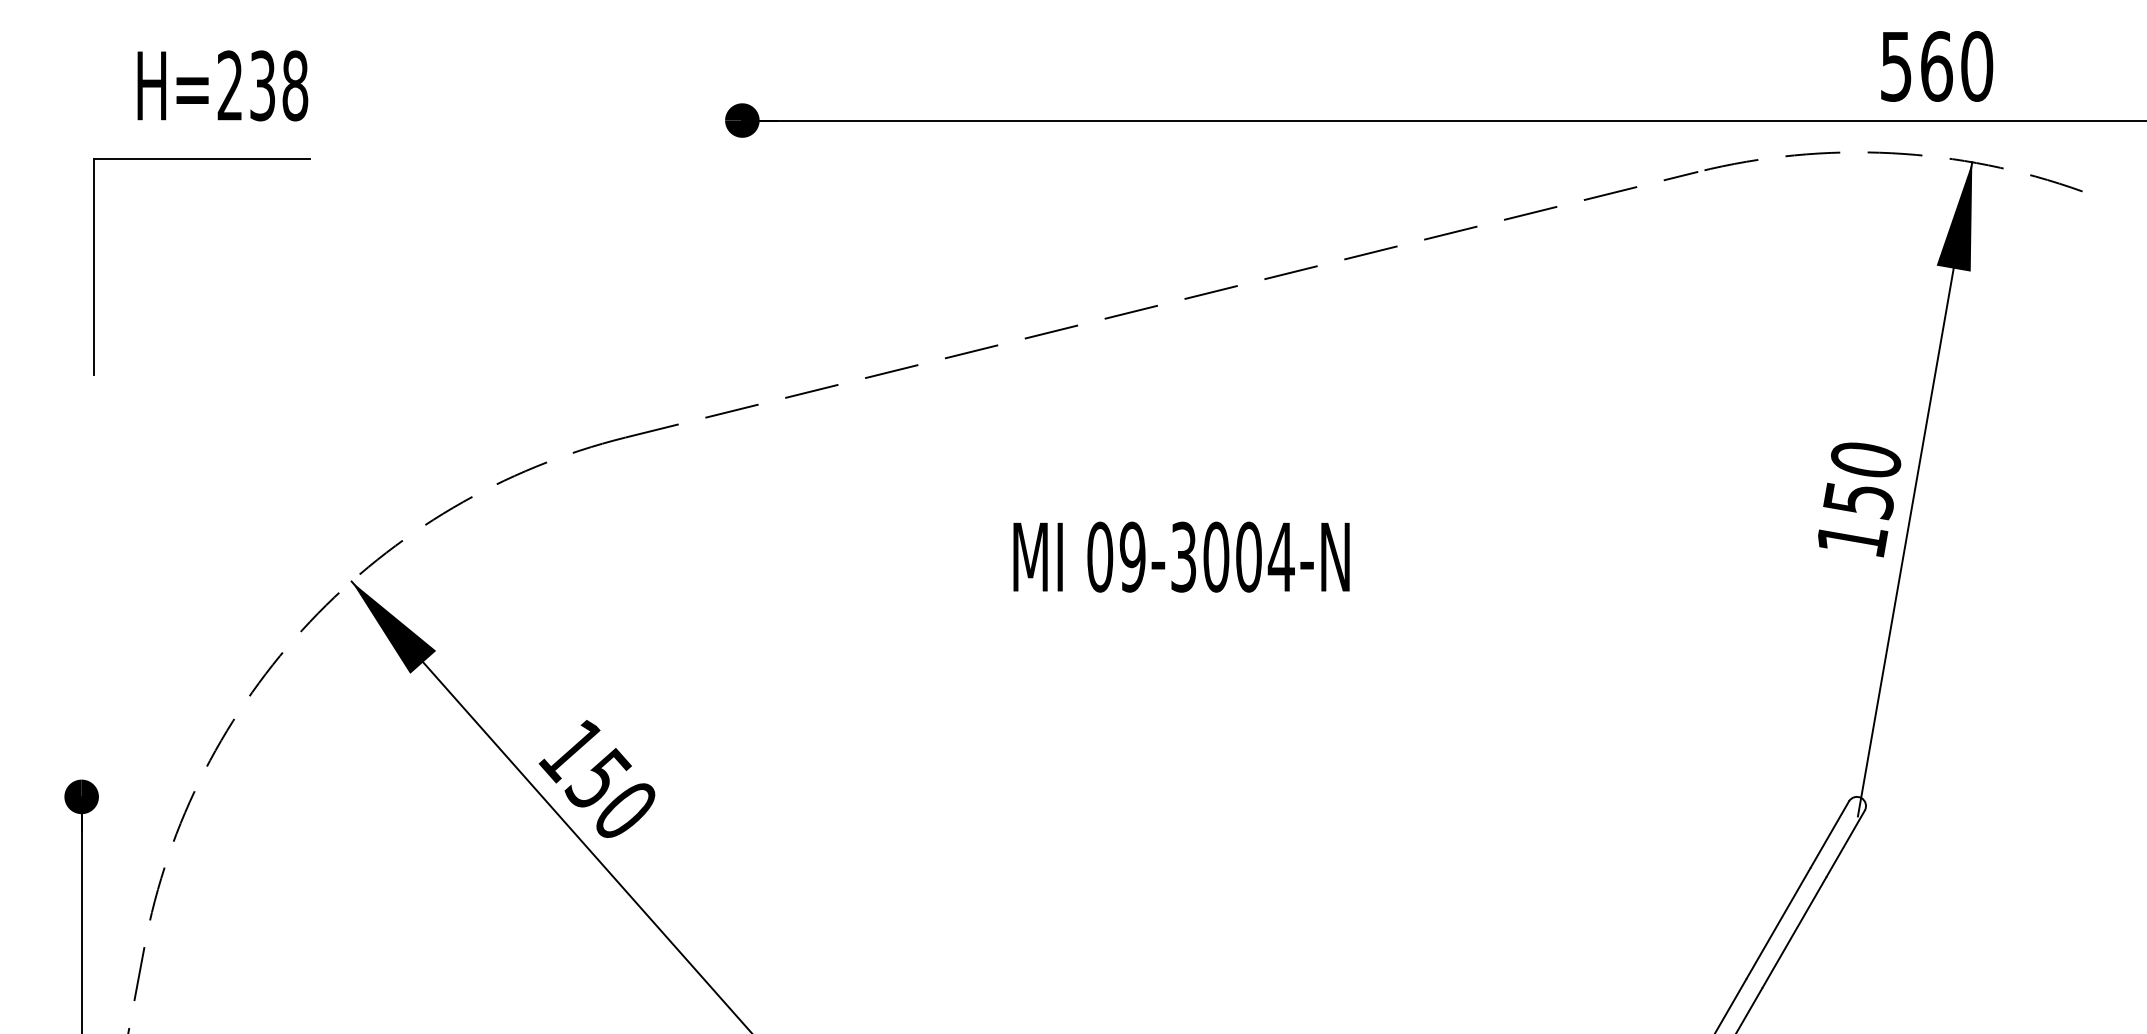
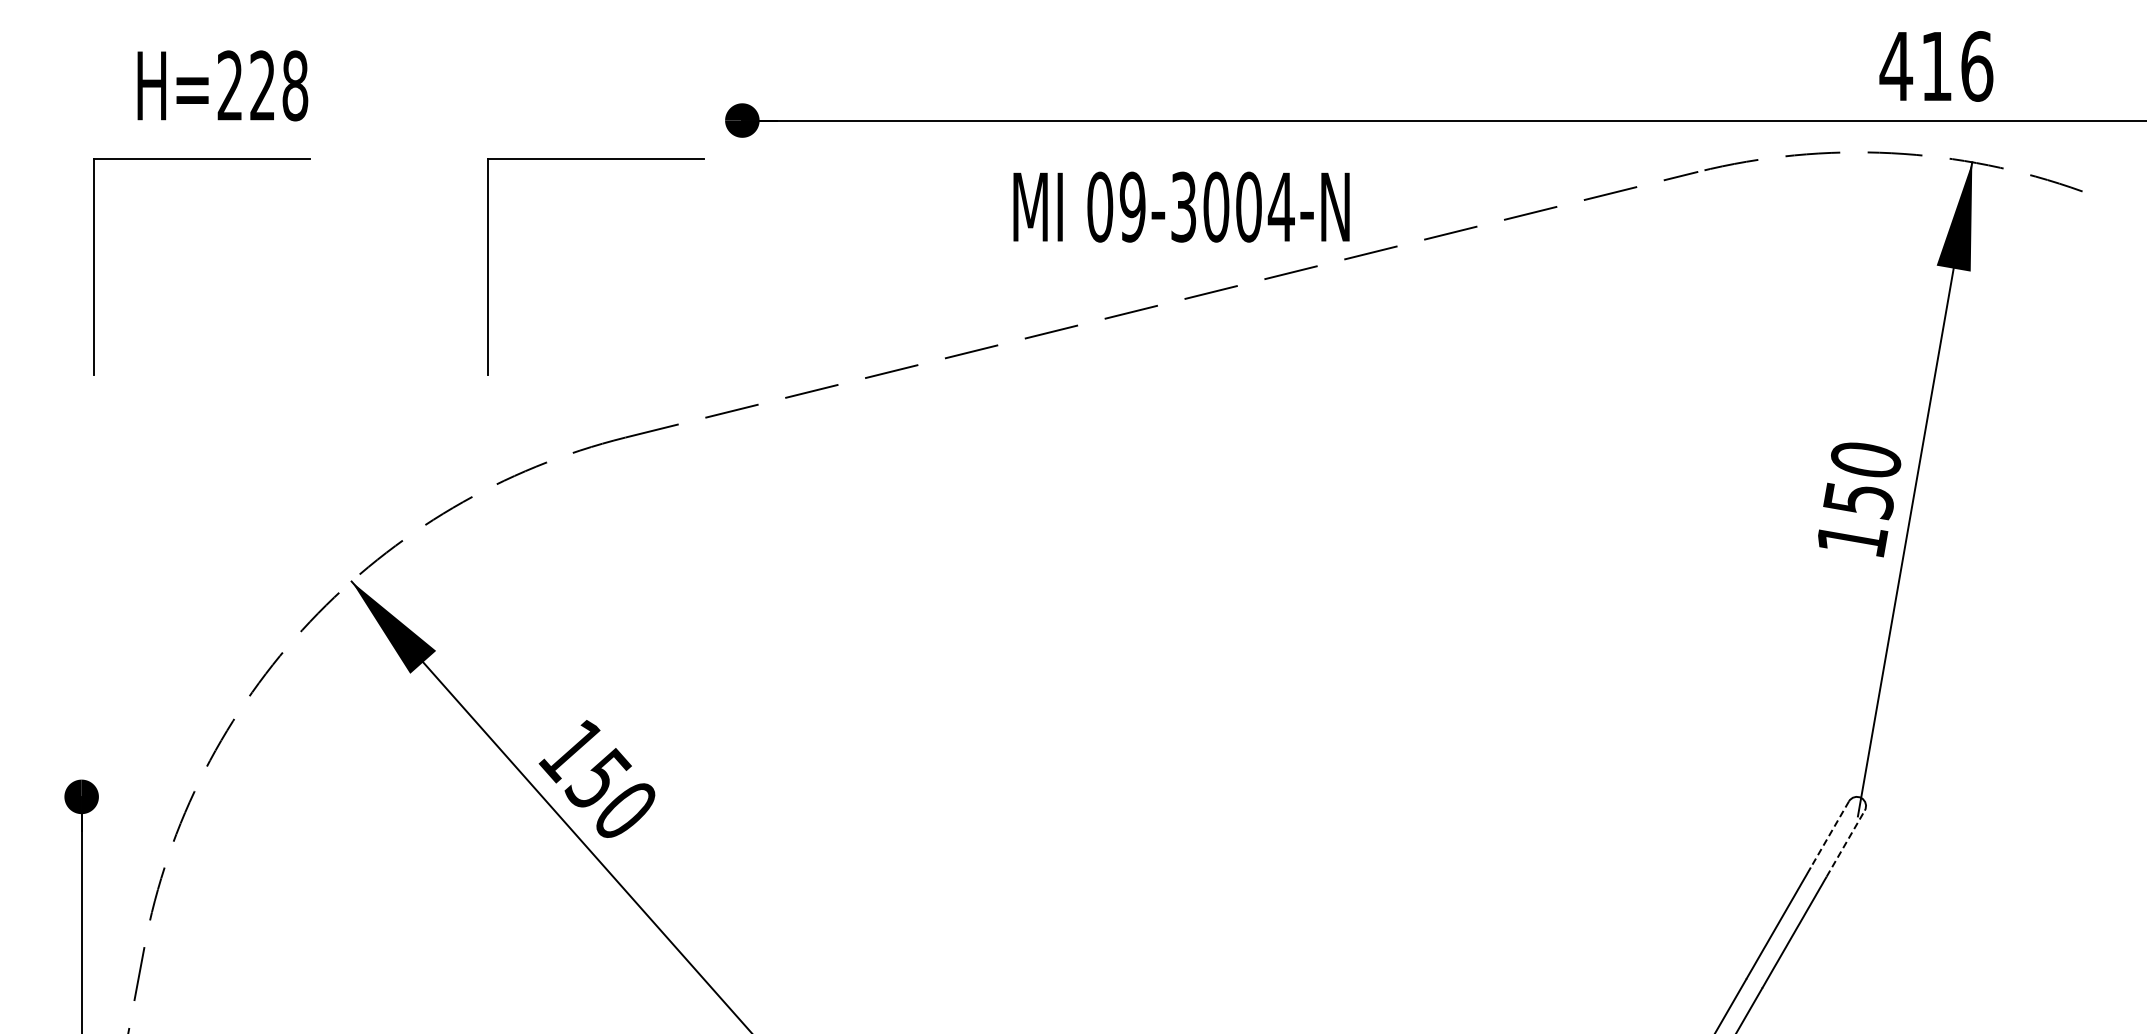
text at (1936, 66): 560 -> 416
text at (262, 85): H=238 -> H=228
part at (595, 159): none -> present
text at (1181, 556) position: (1181, 556) -> (1181, 206)
line at (1829, 834): solid -> dashed
line at (1846, 843): solid -> dashed
